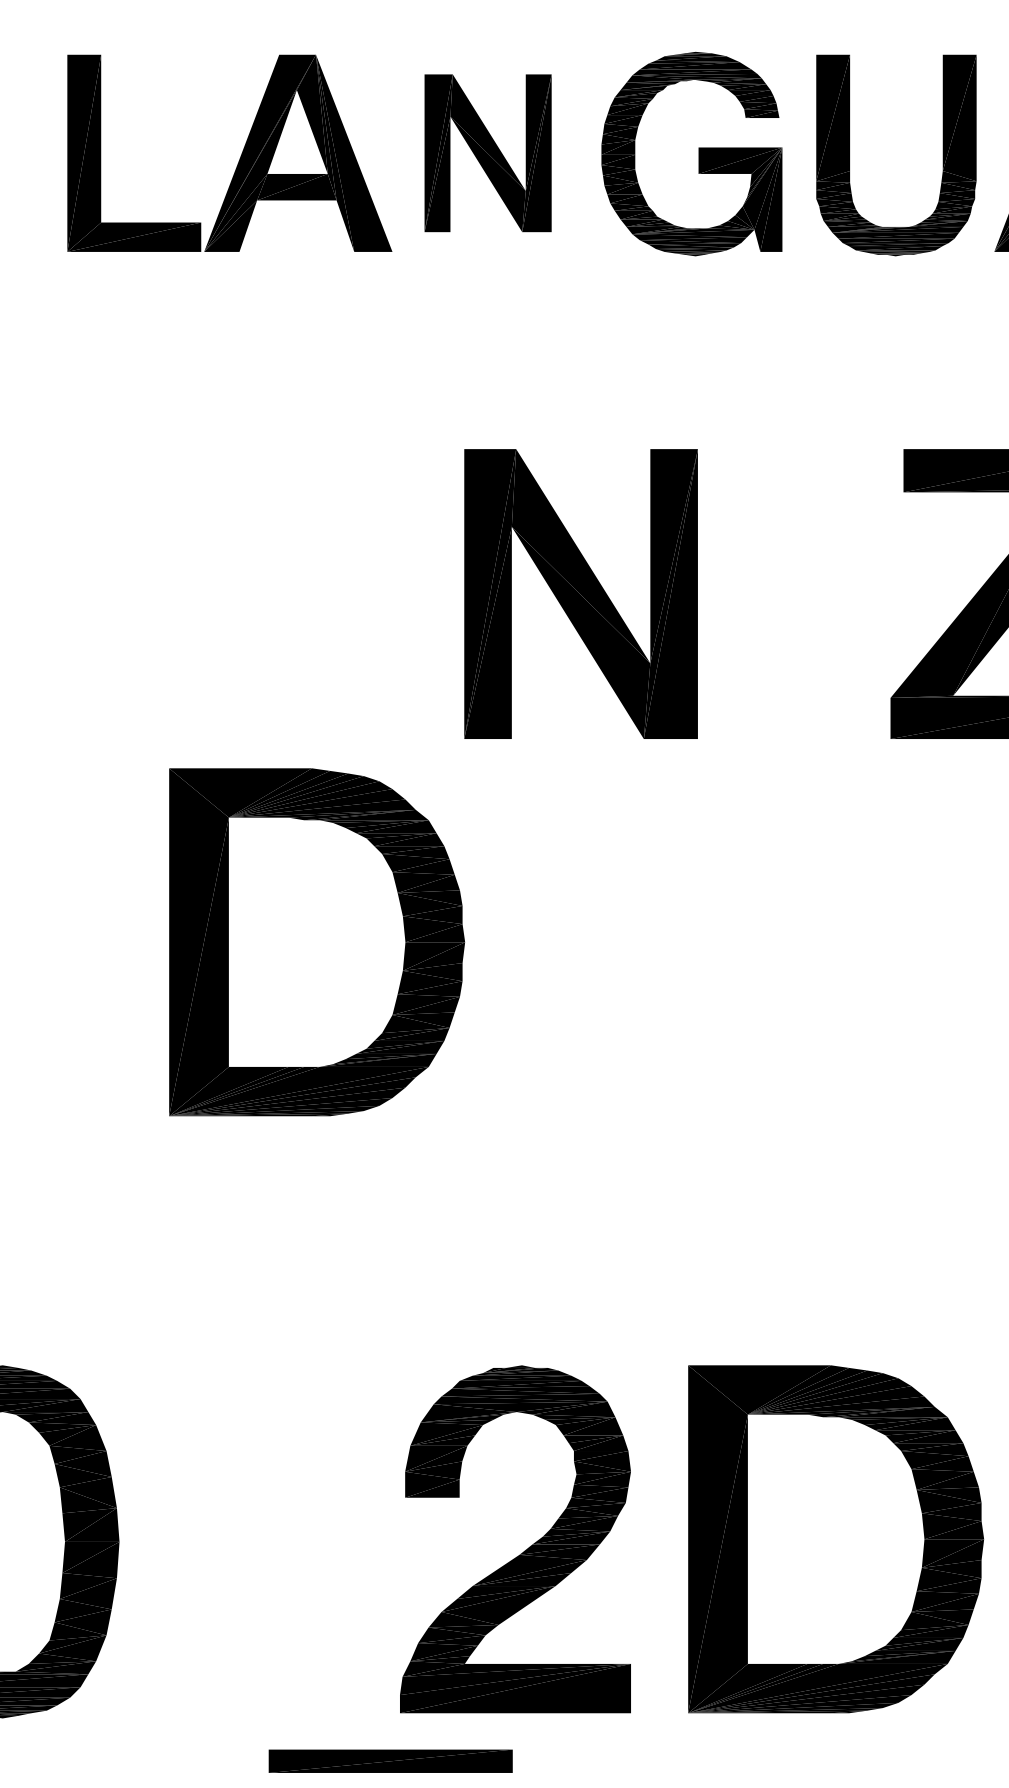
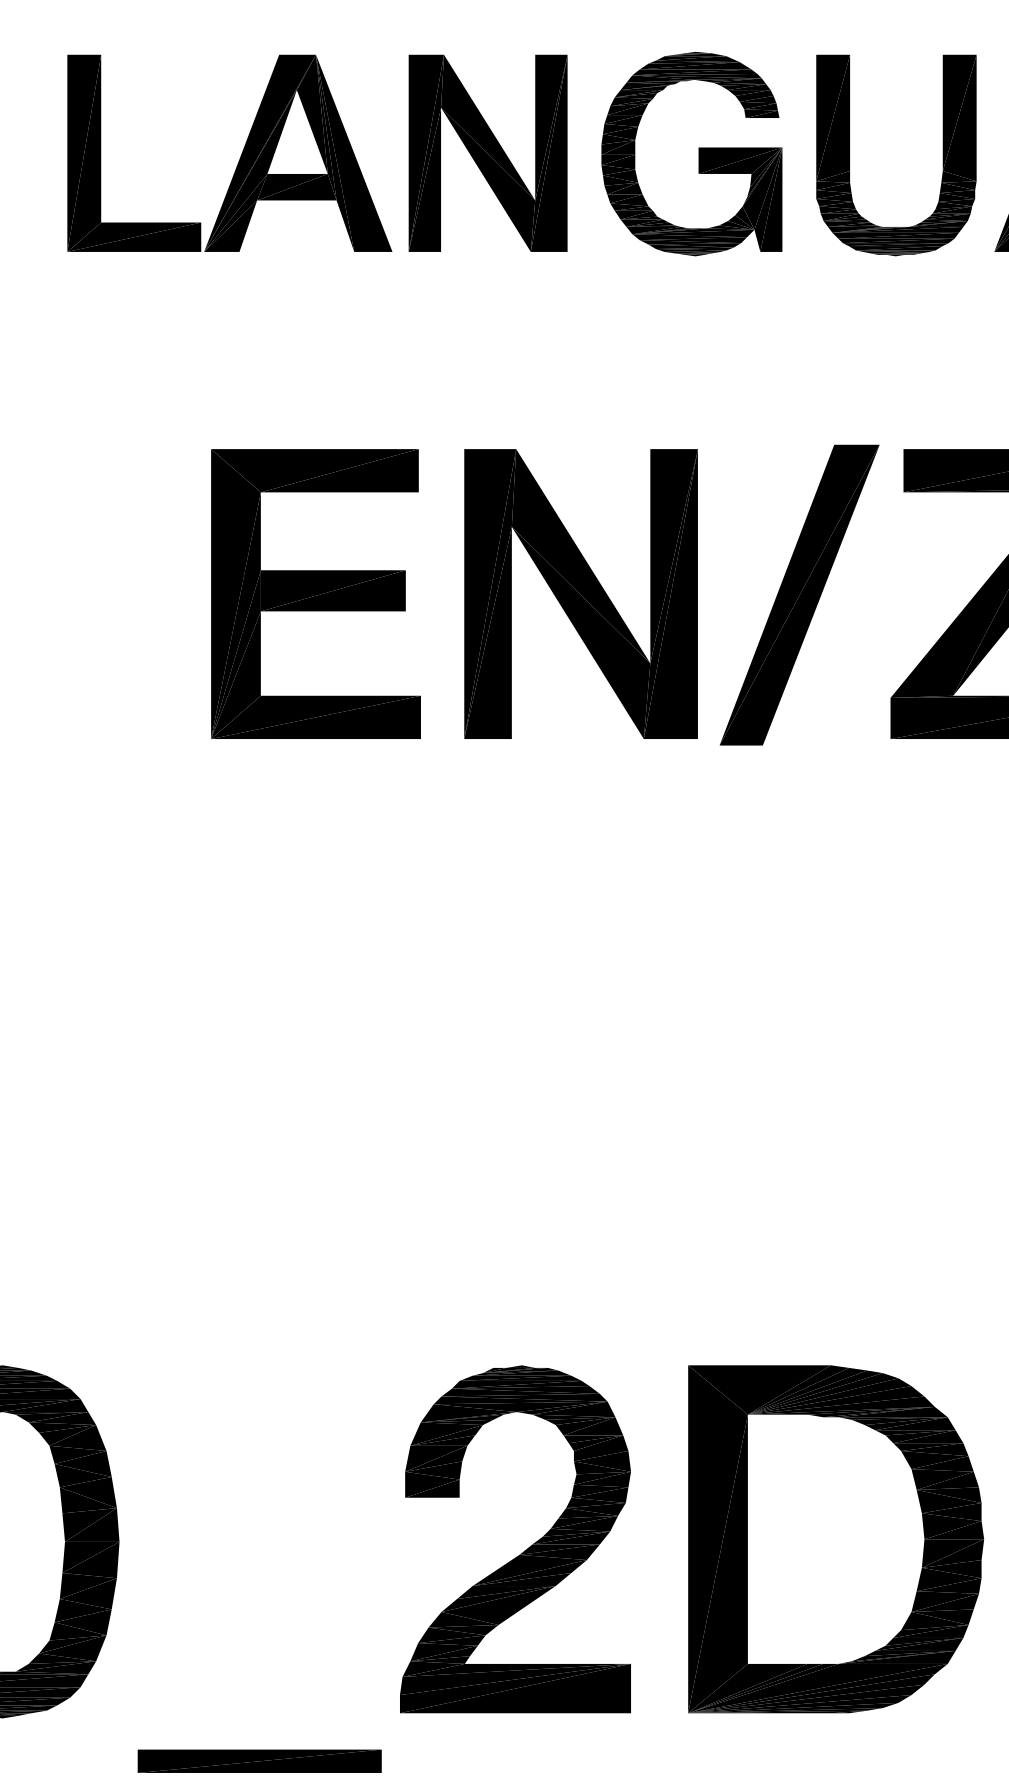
part at (487, 153) size: 128x159 px -> 160x198 px
part at (315, 593): none -> present
part at (799, 594): none -> present
part at (317, 942): present -> none
part at (390, 1760) position: (390, 1760) -> (259, 1760)
